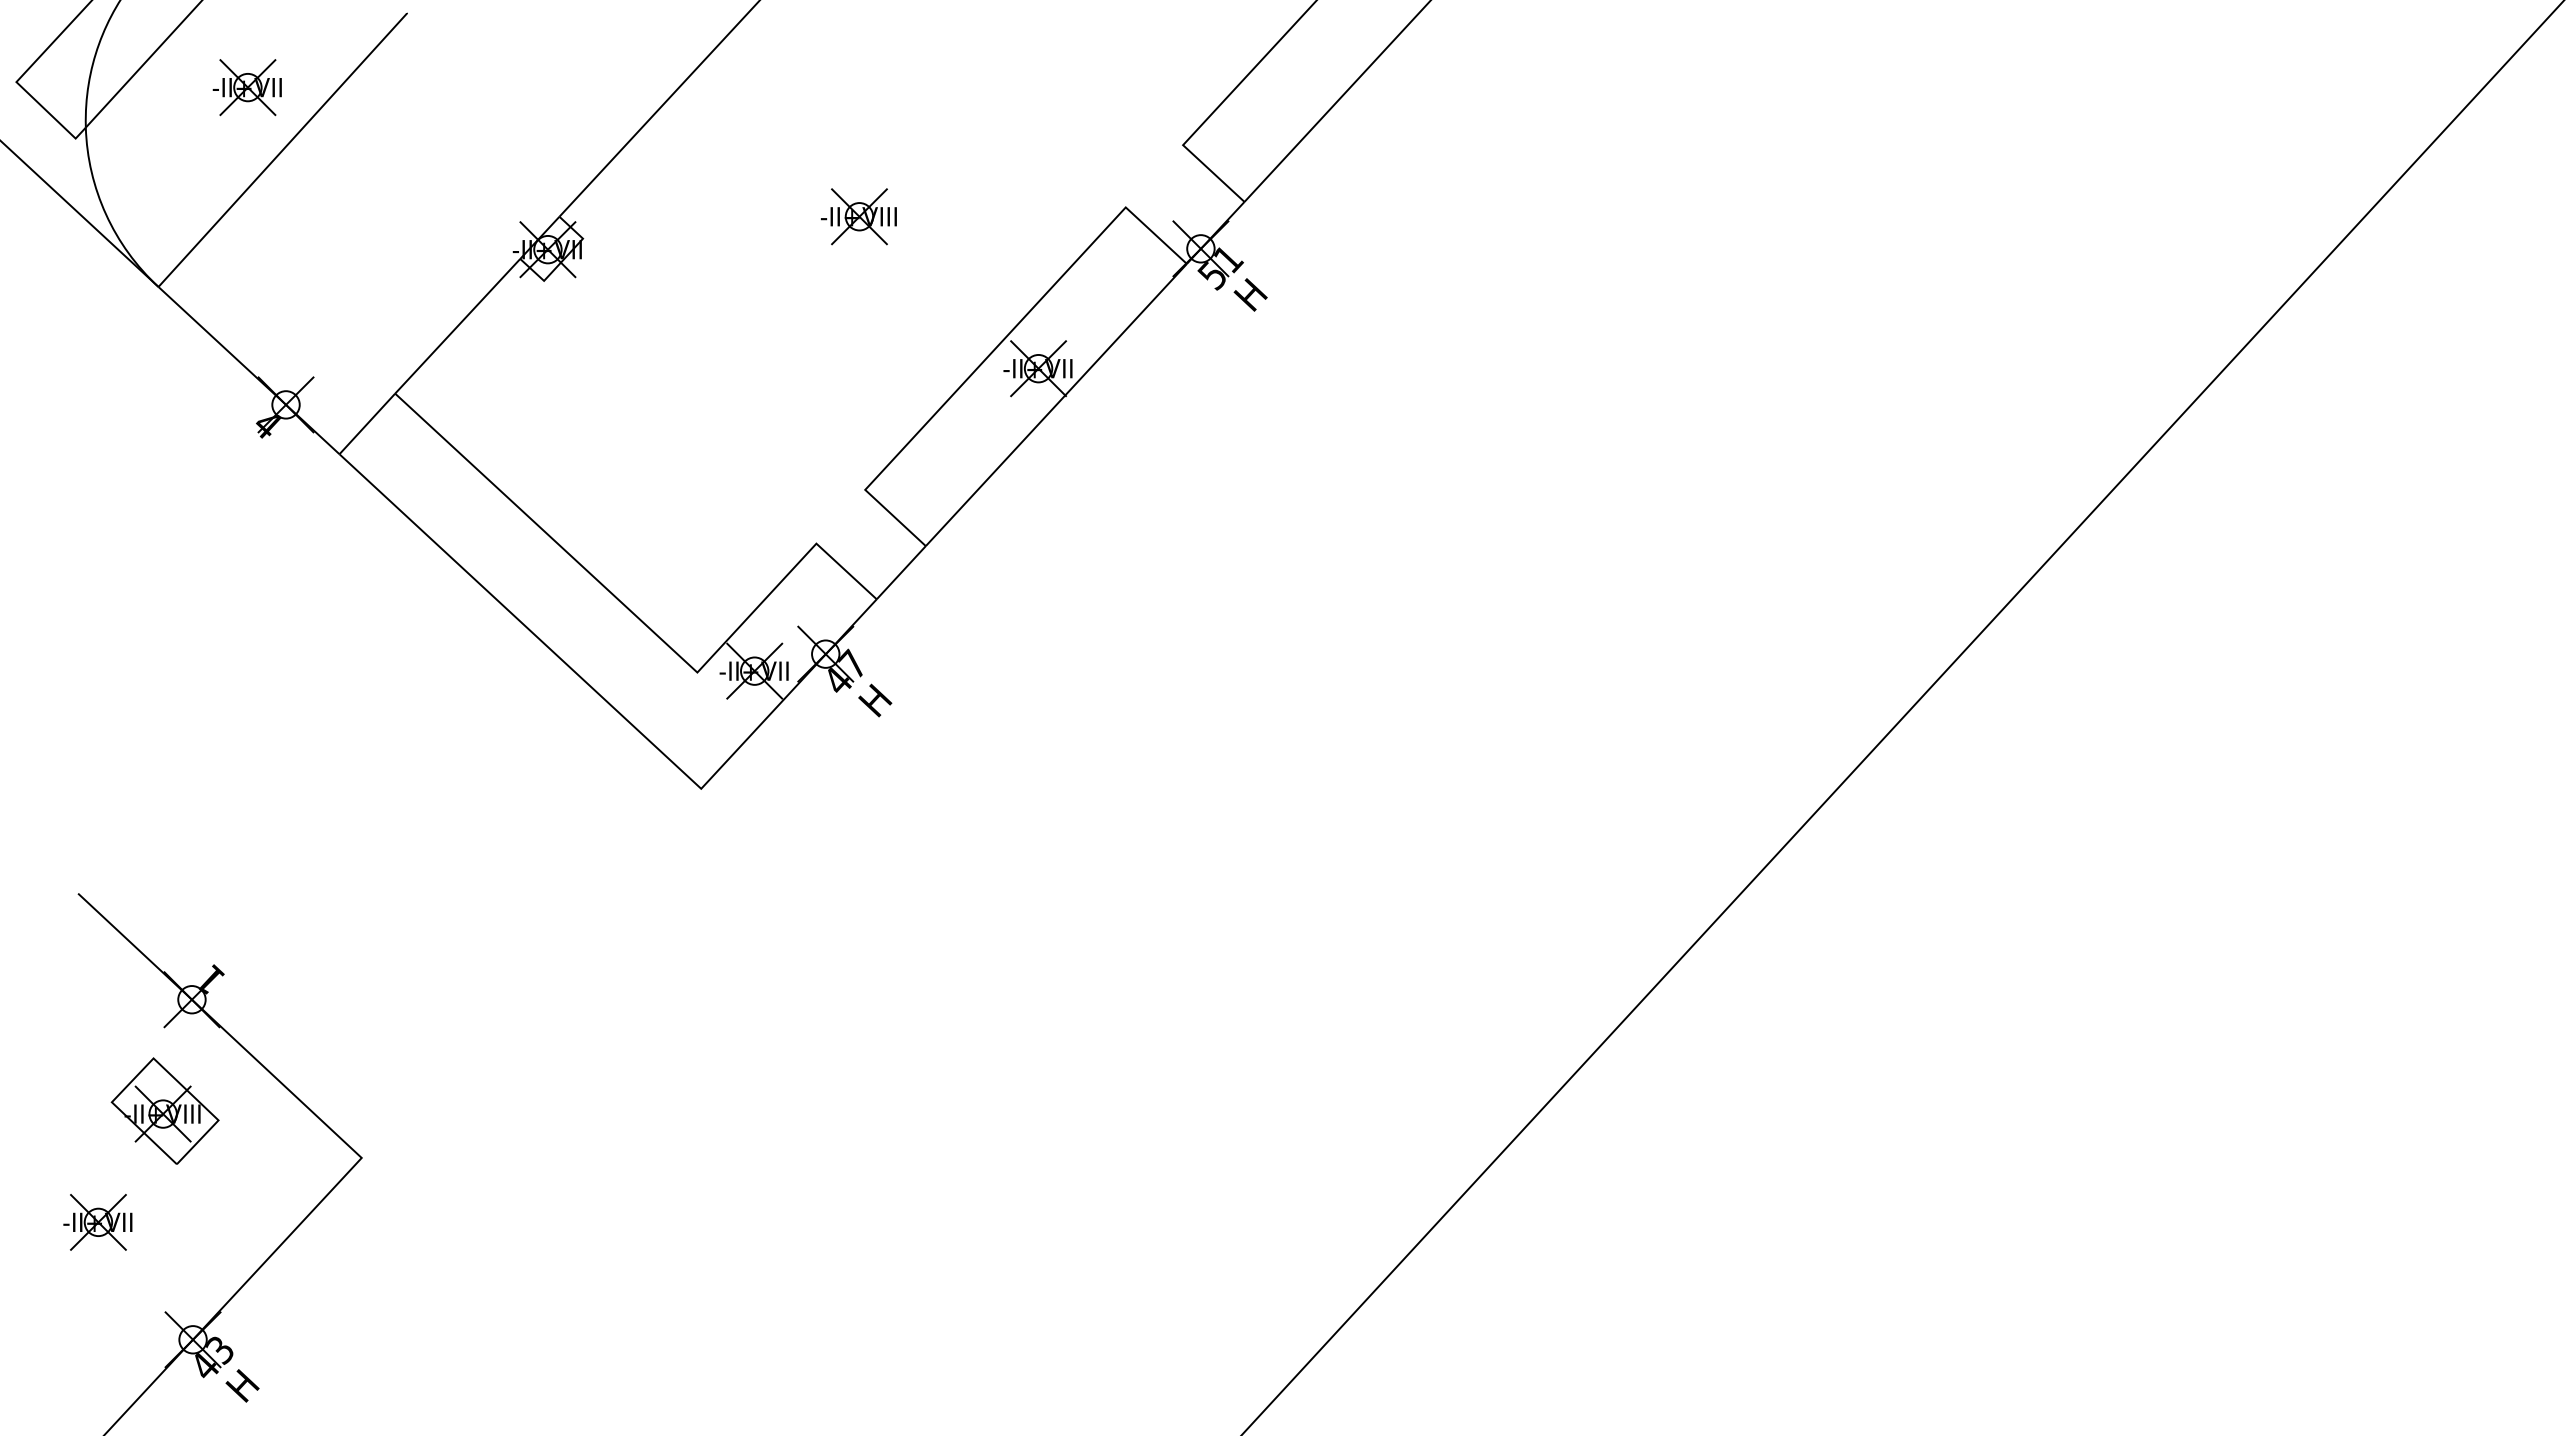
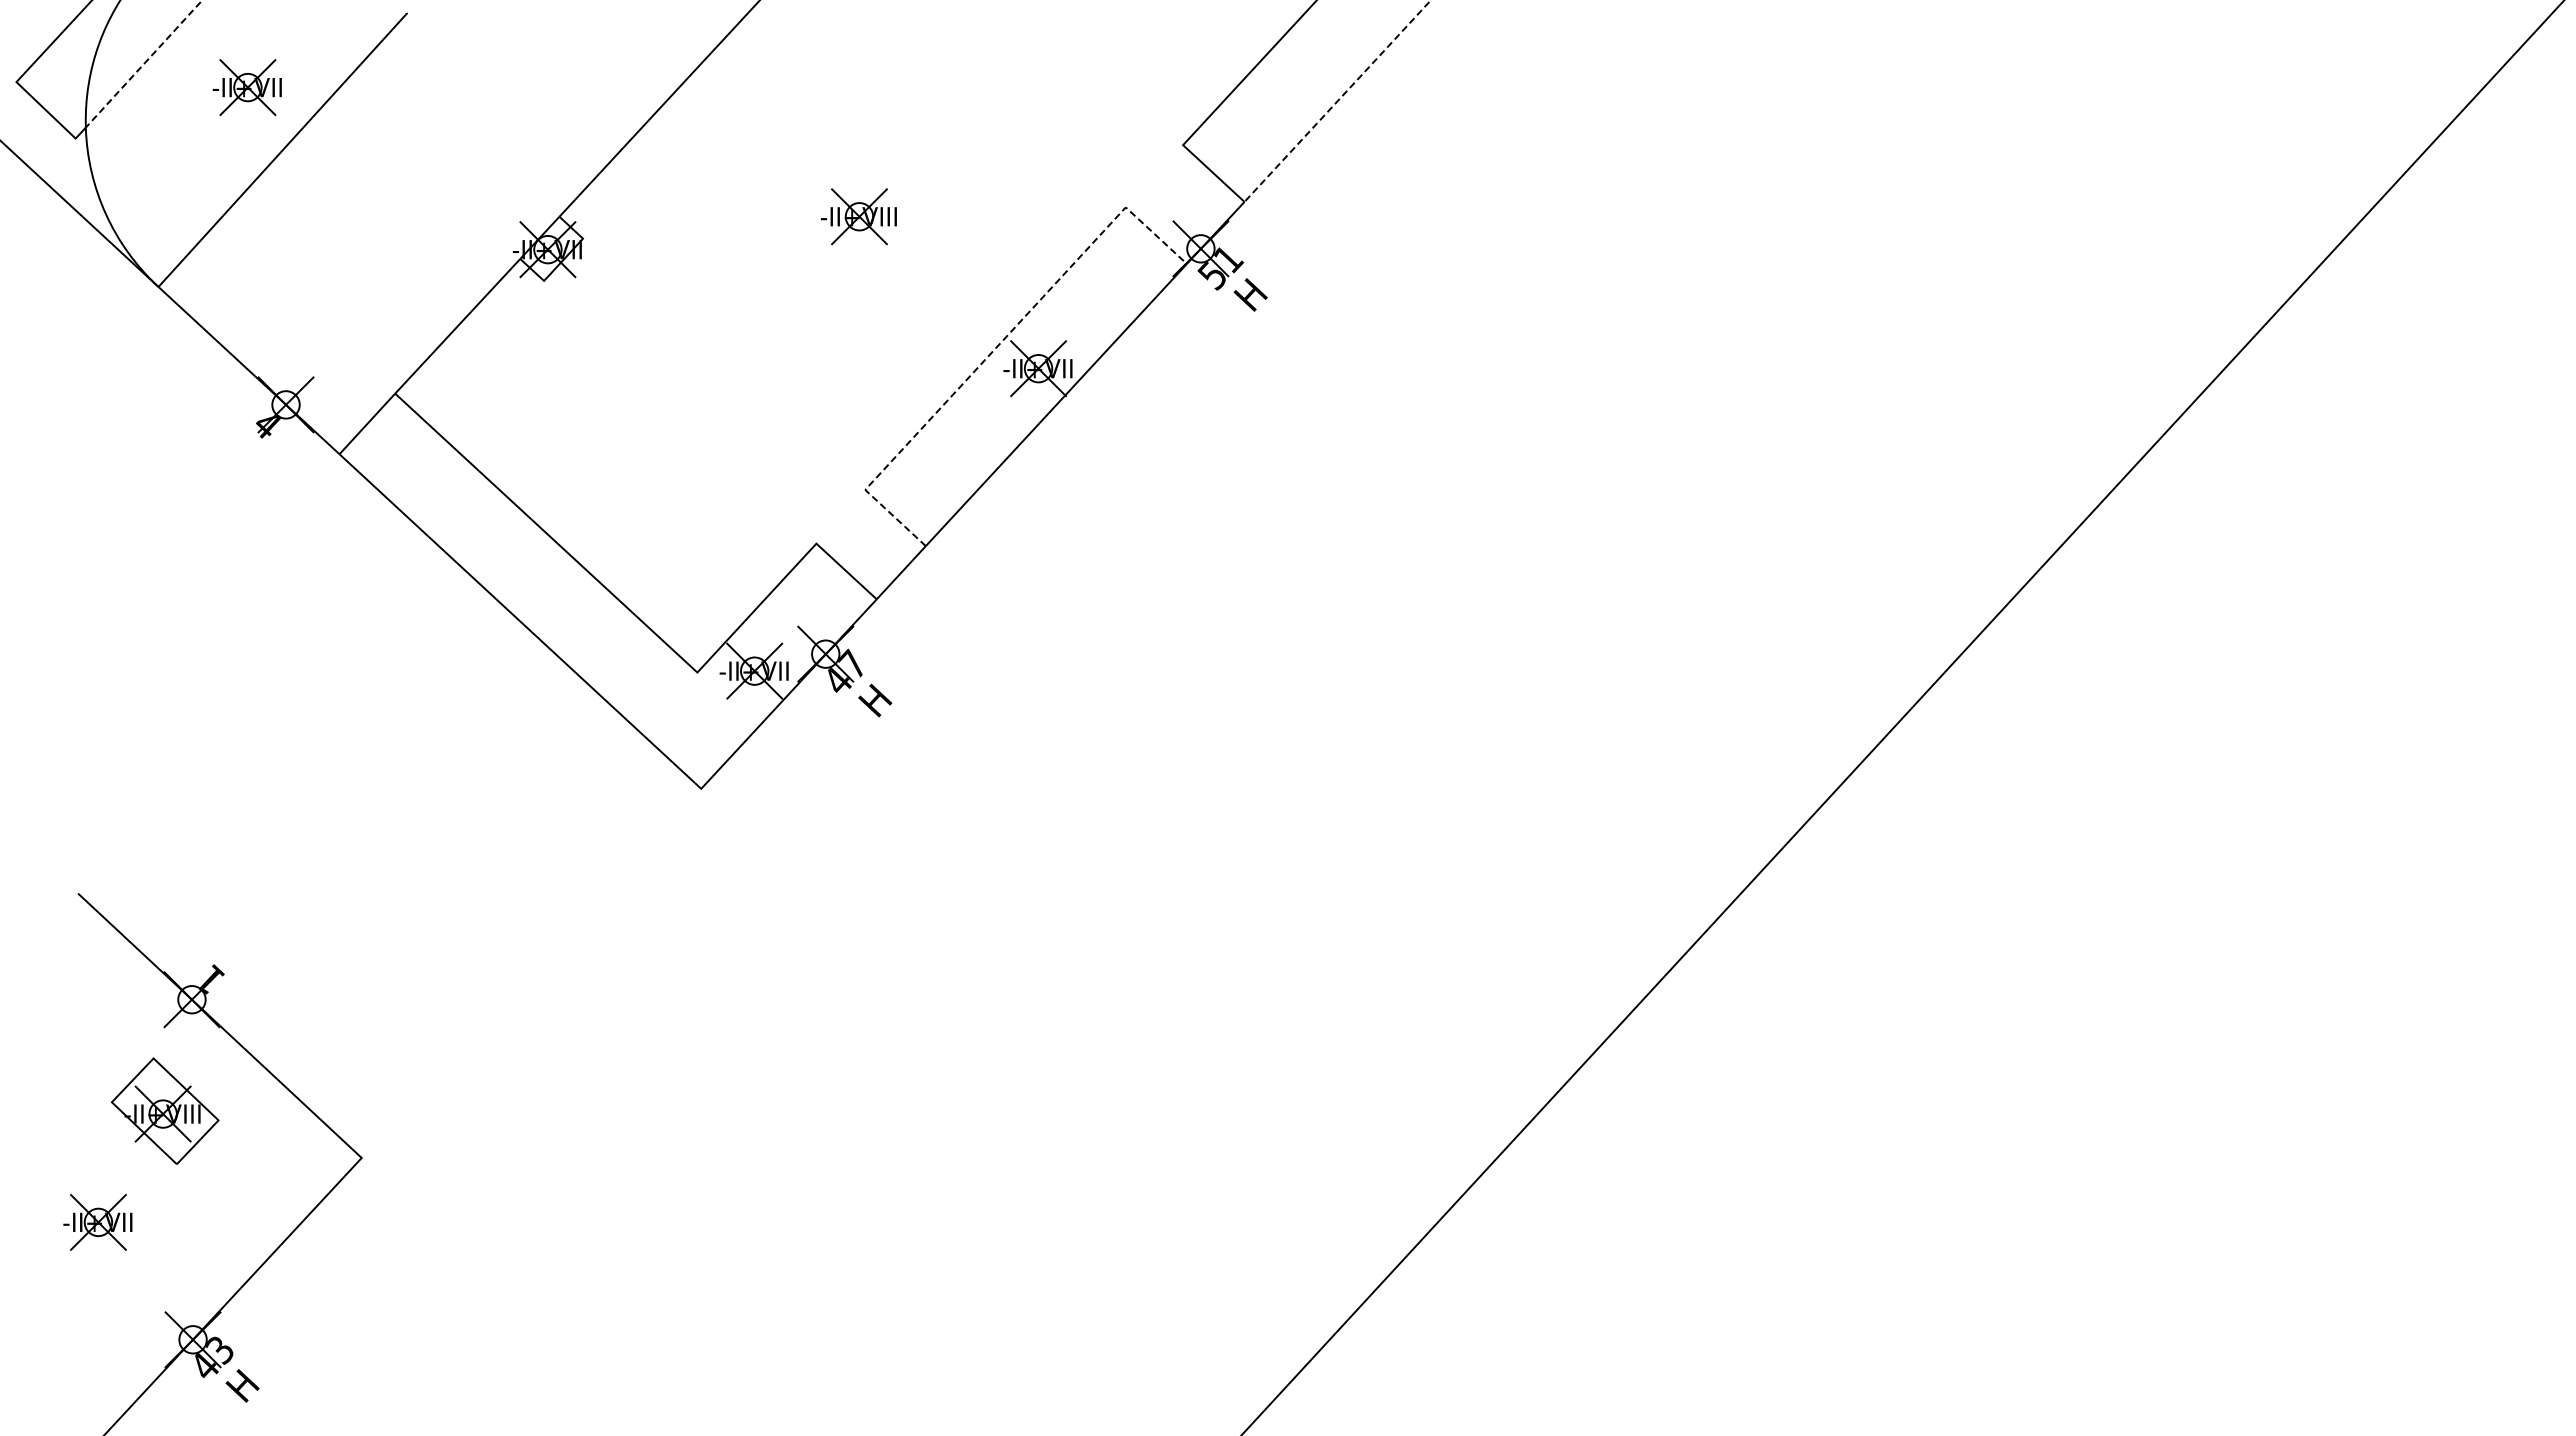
line at (143, 64): solid -> dashed
line at (1337, 101): solid -> dashed
line at (995, 348): solid -> dashed
